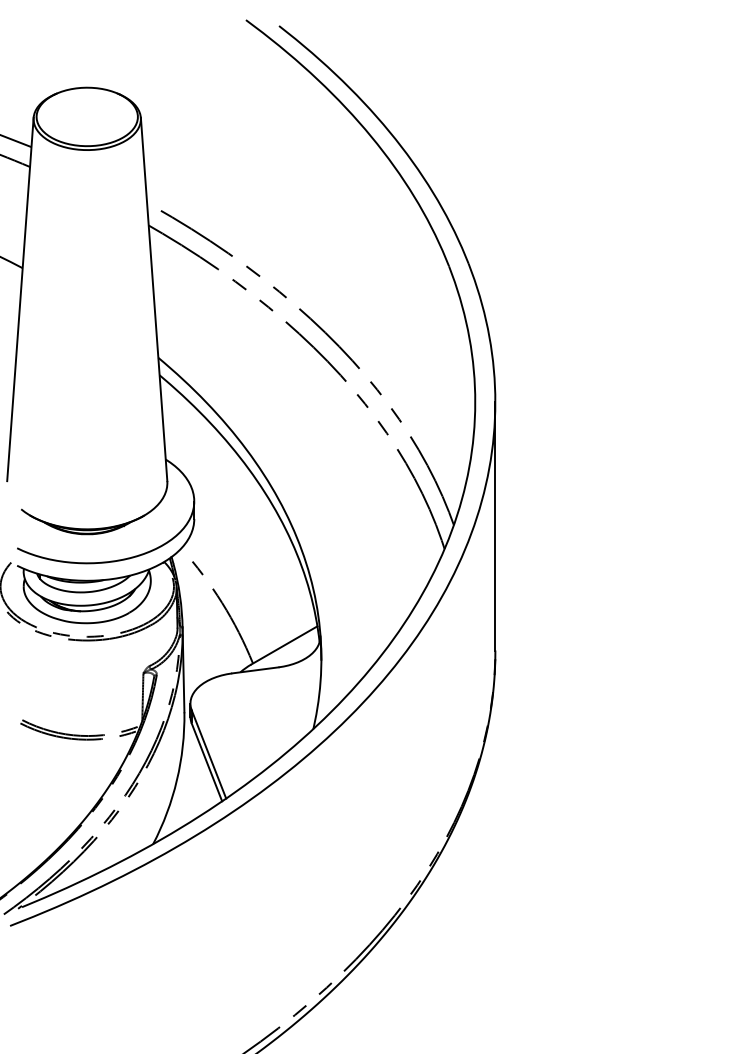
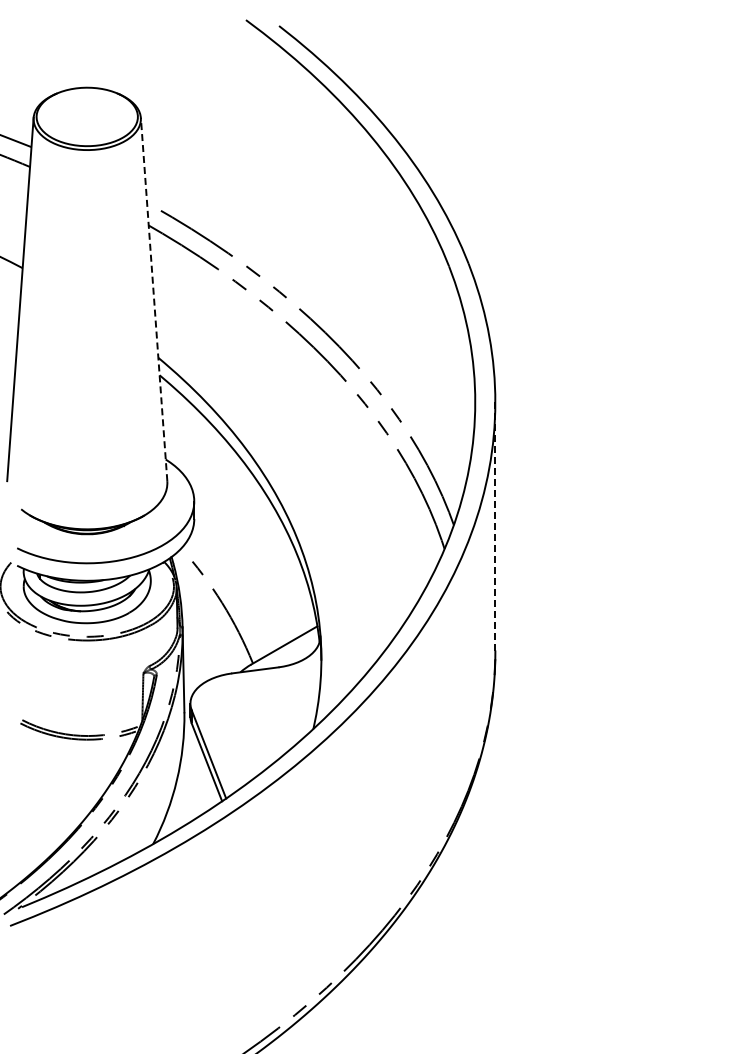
line at (154, 299): solid -> dashed
line at (495, 526): solid -> dashed
